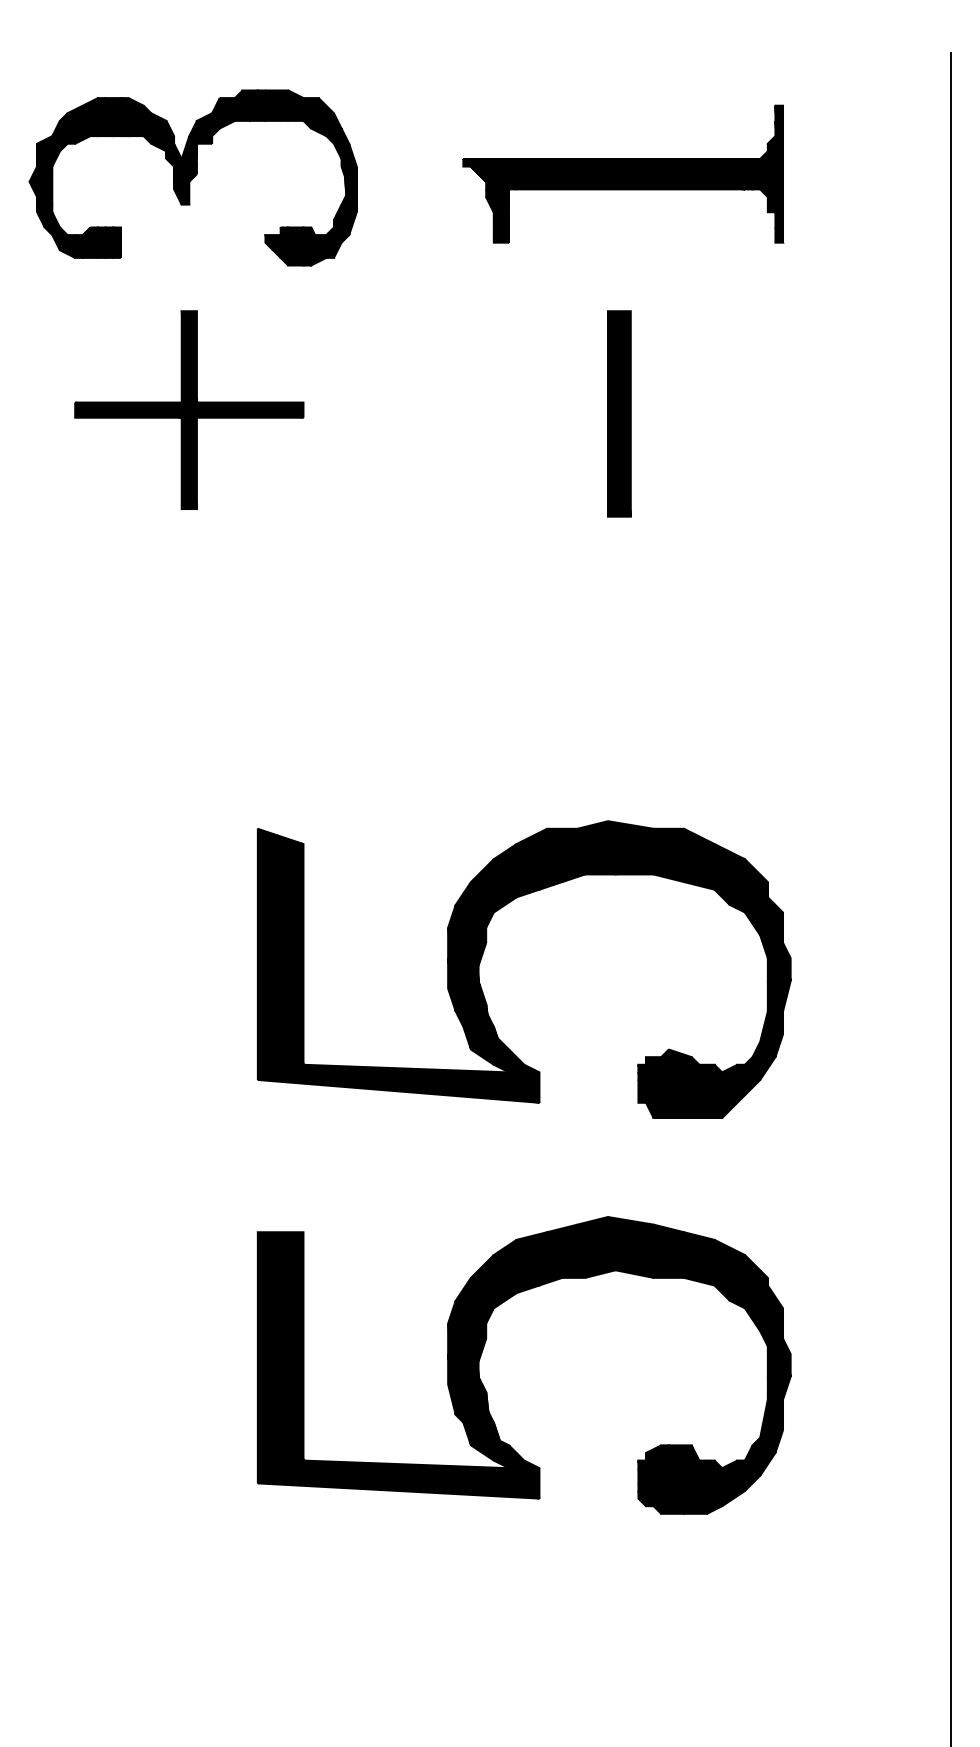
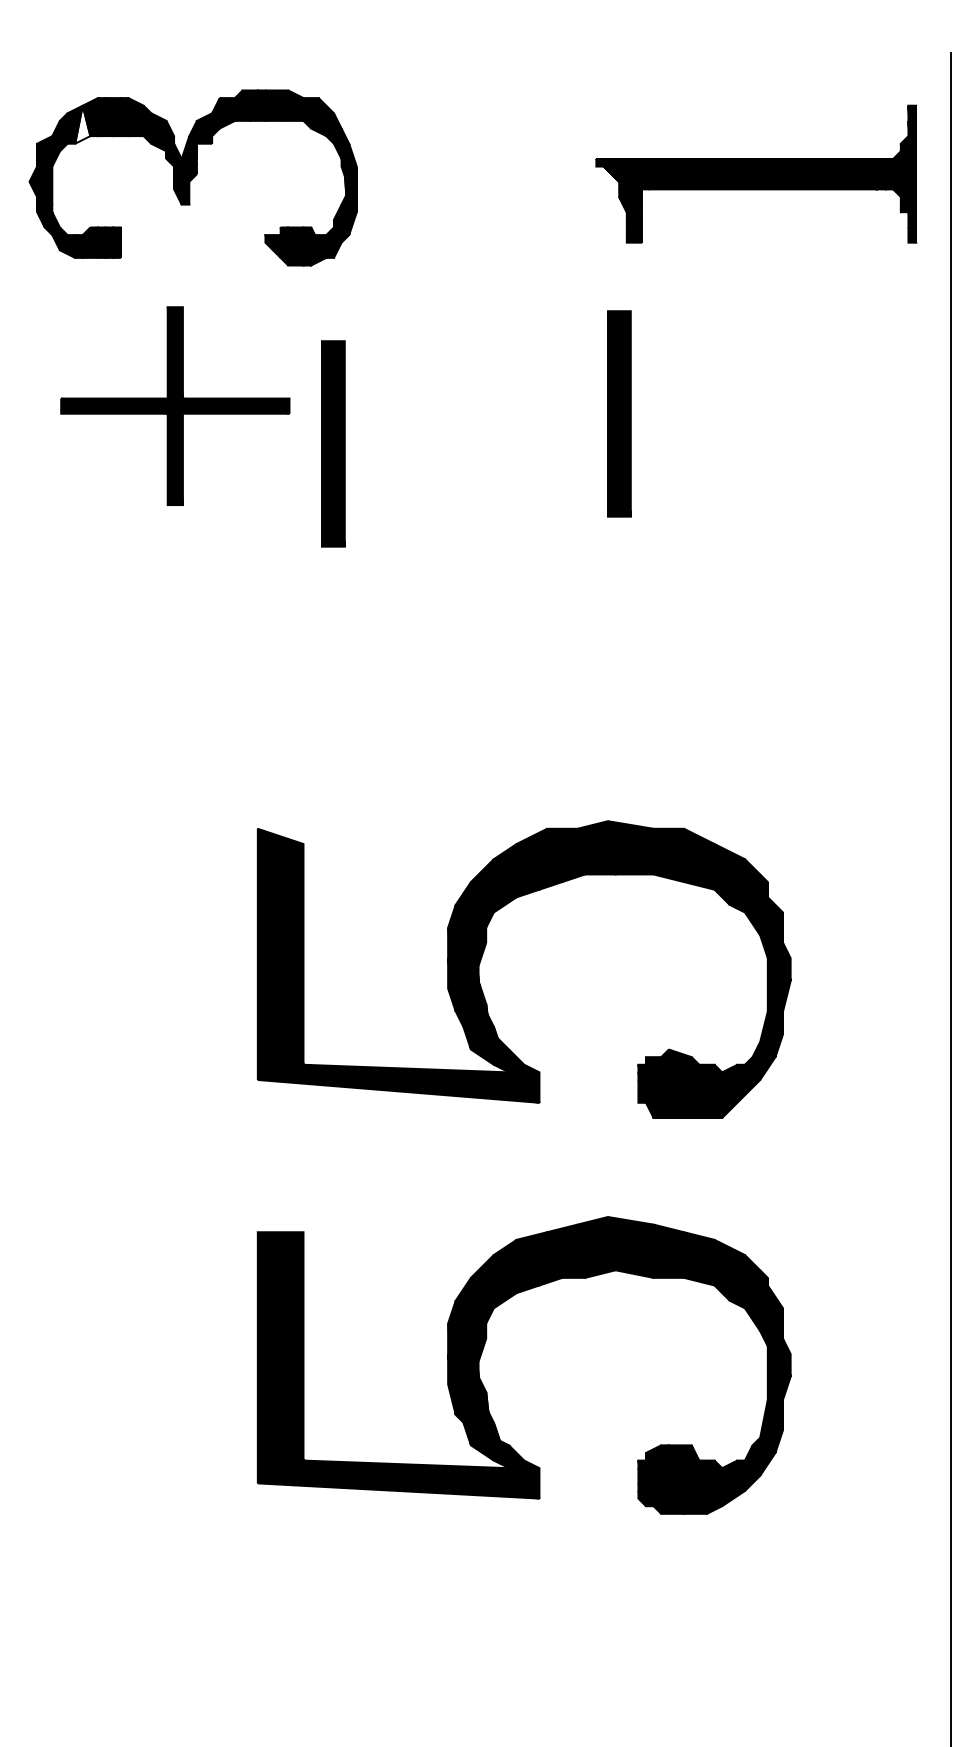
fill at (82, 124): present -> none
part at (623, 173) position: (623, 173) -> (756, 173)
part at (189, 409) position: (189, 409) -> (175, 405)
part at (333, 443): none -> present
